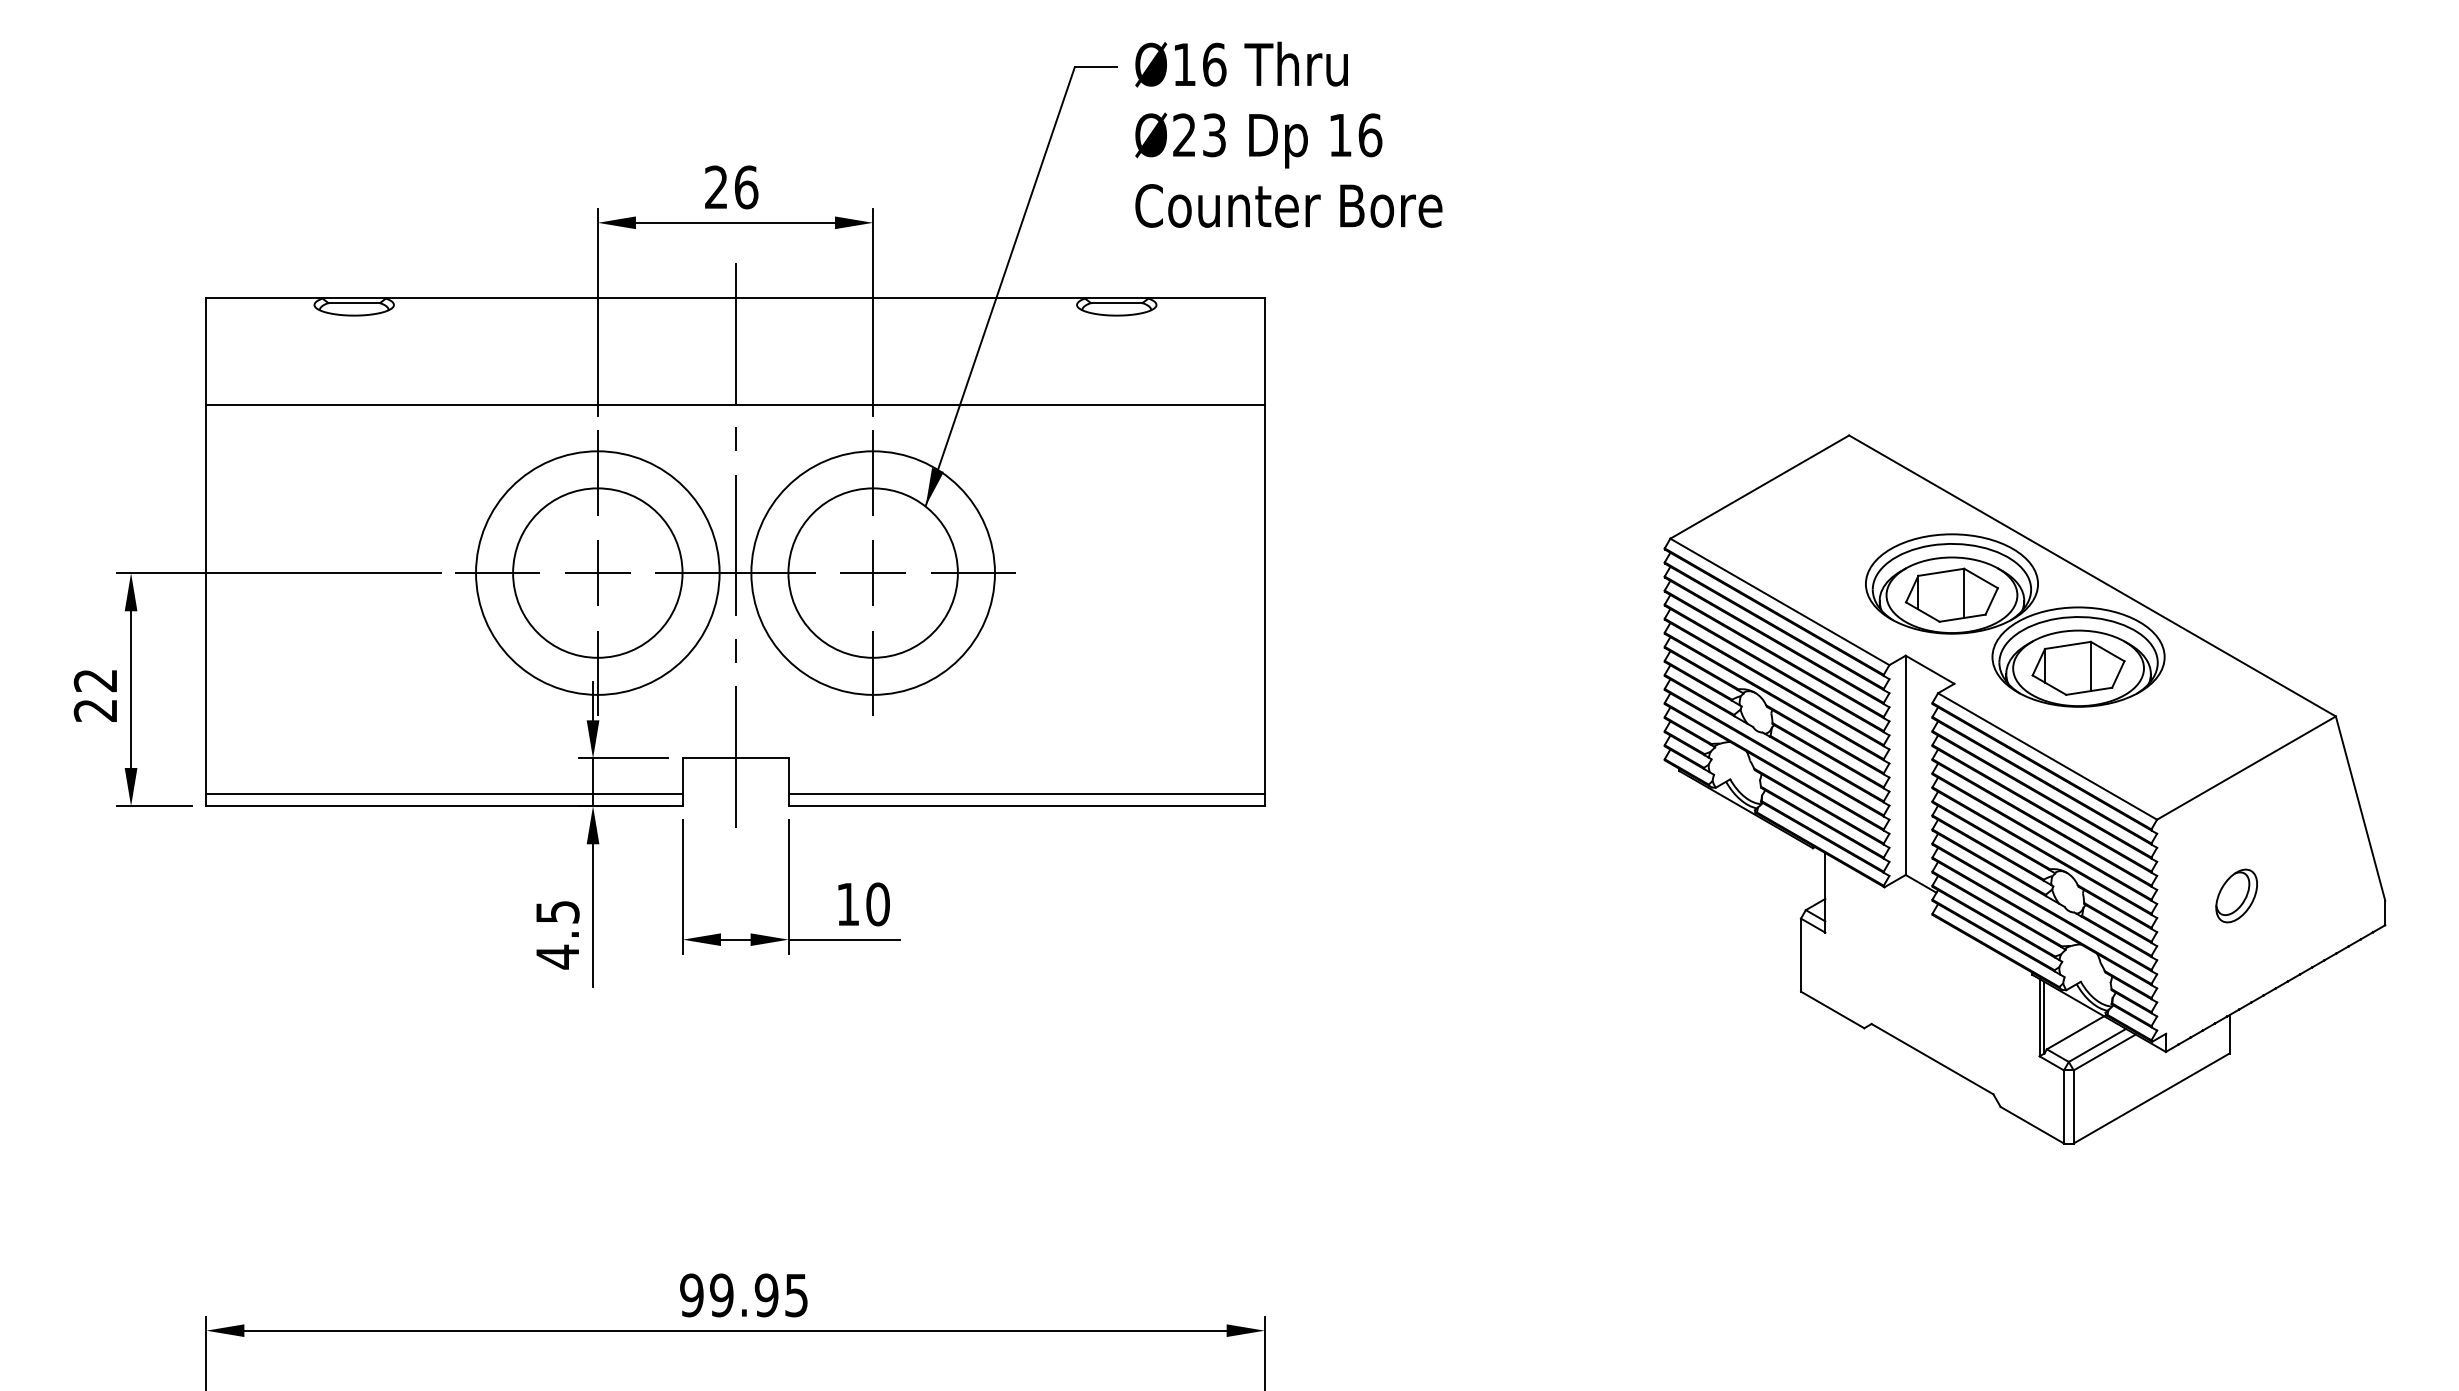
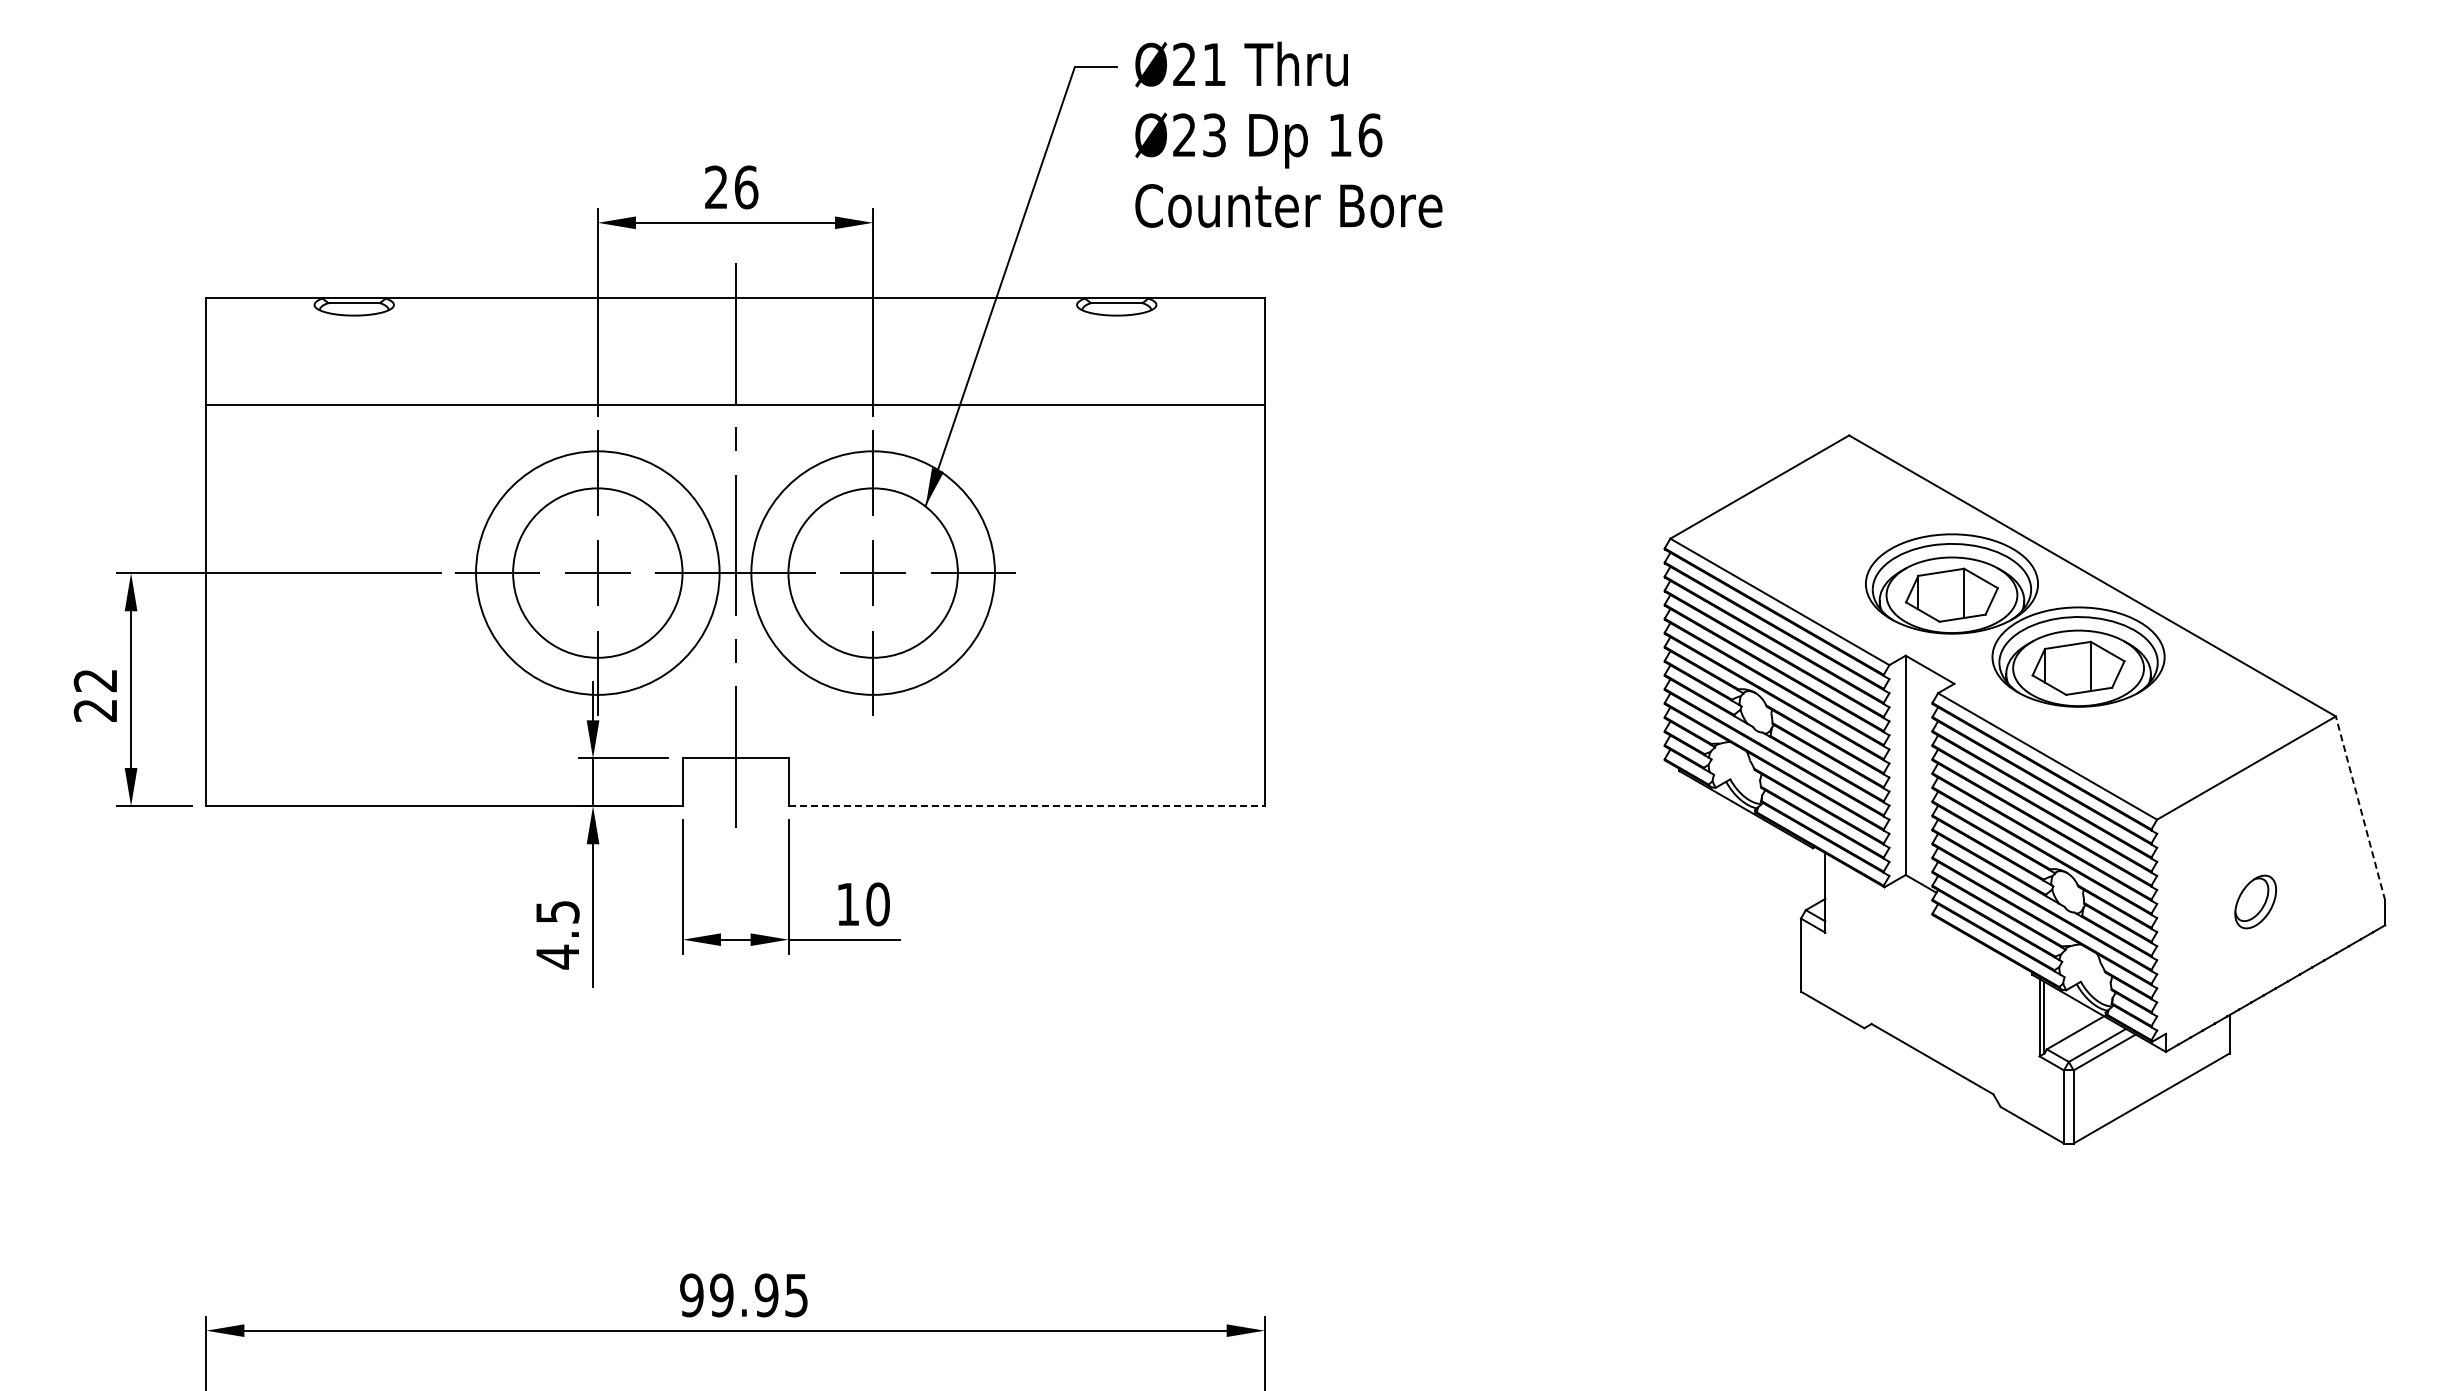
text at (1199, 64): Ø16 -> Ø21
line at (444, 793): present -> none
line at (1026, 793): present -> none
line at (1027, 806): solid -> dashed
line at (2360, 808): solid -> dashed
part at (2236, 895) position: (2236, 895) -> (2255, 901)
